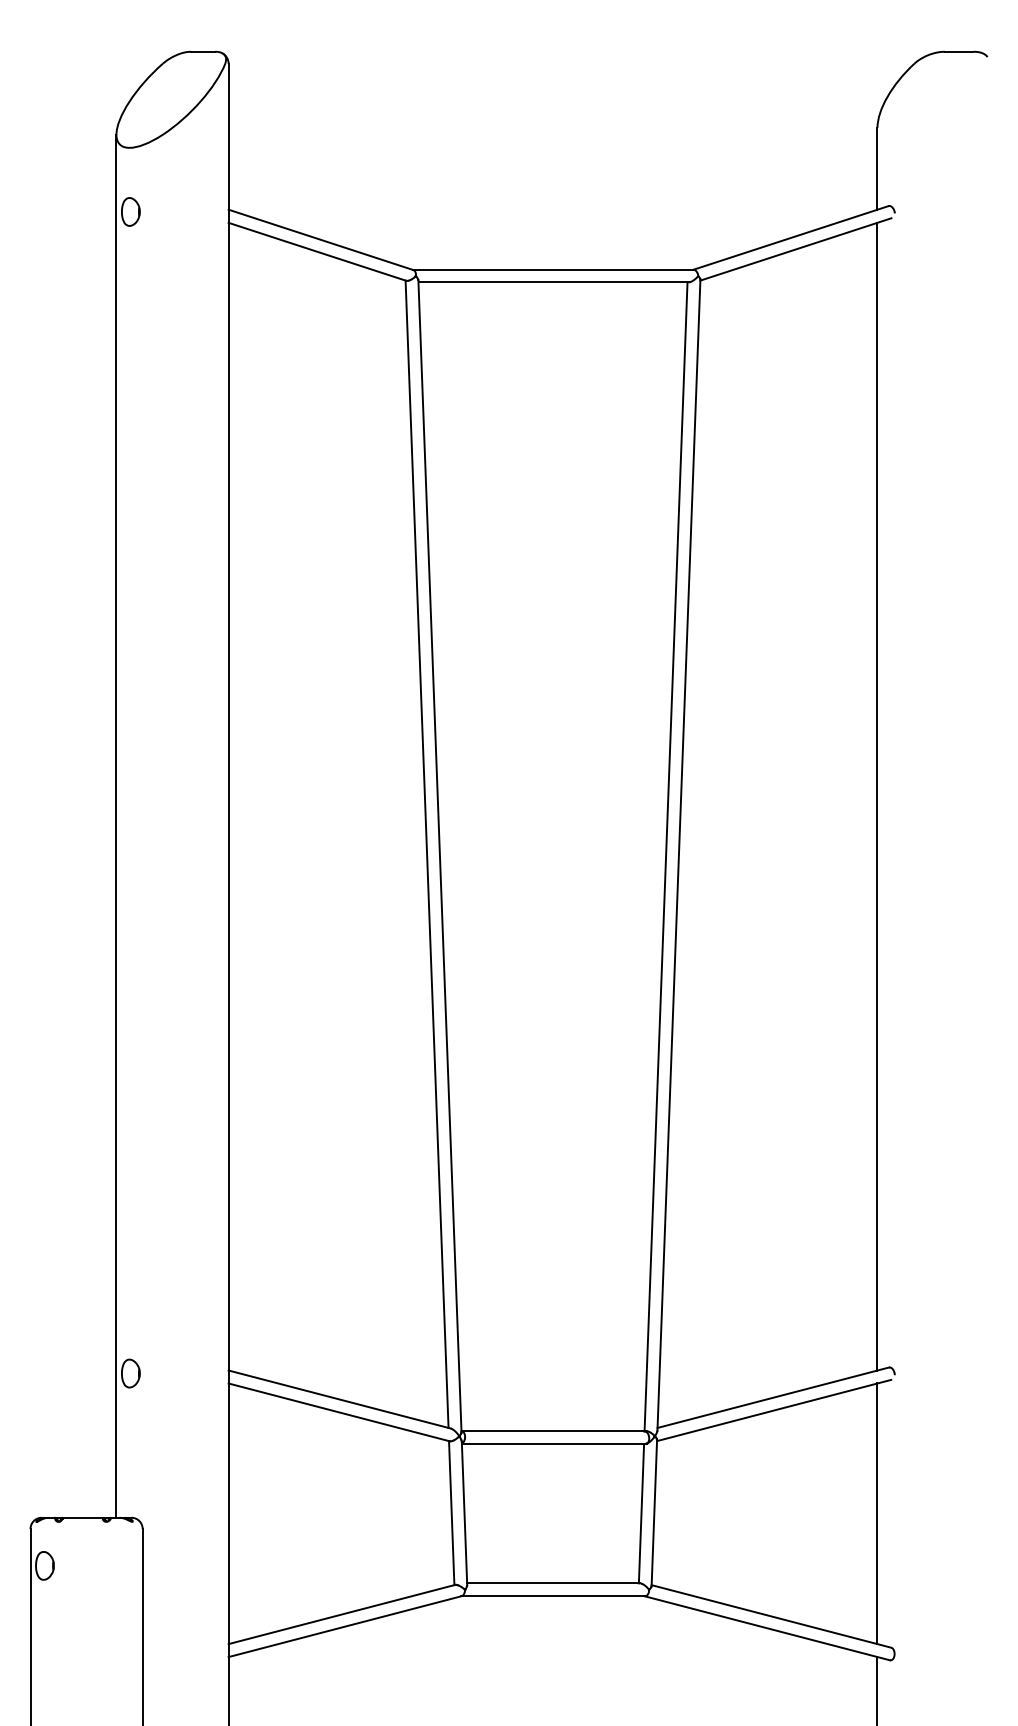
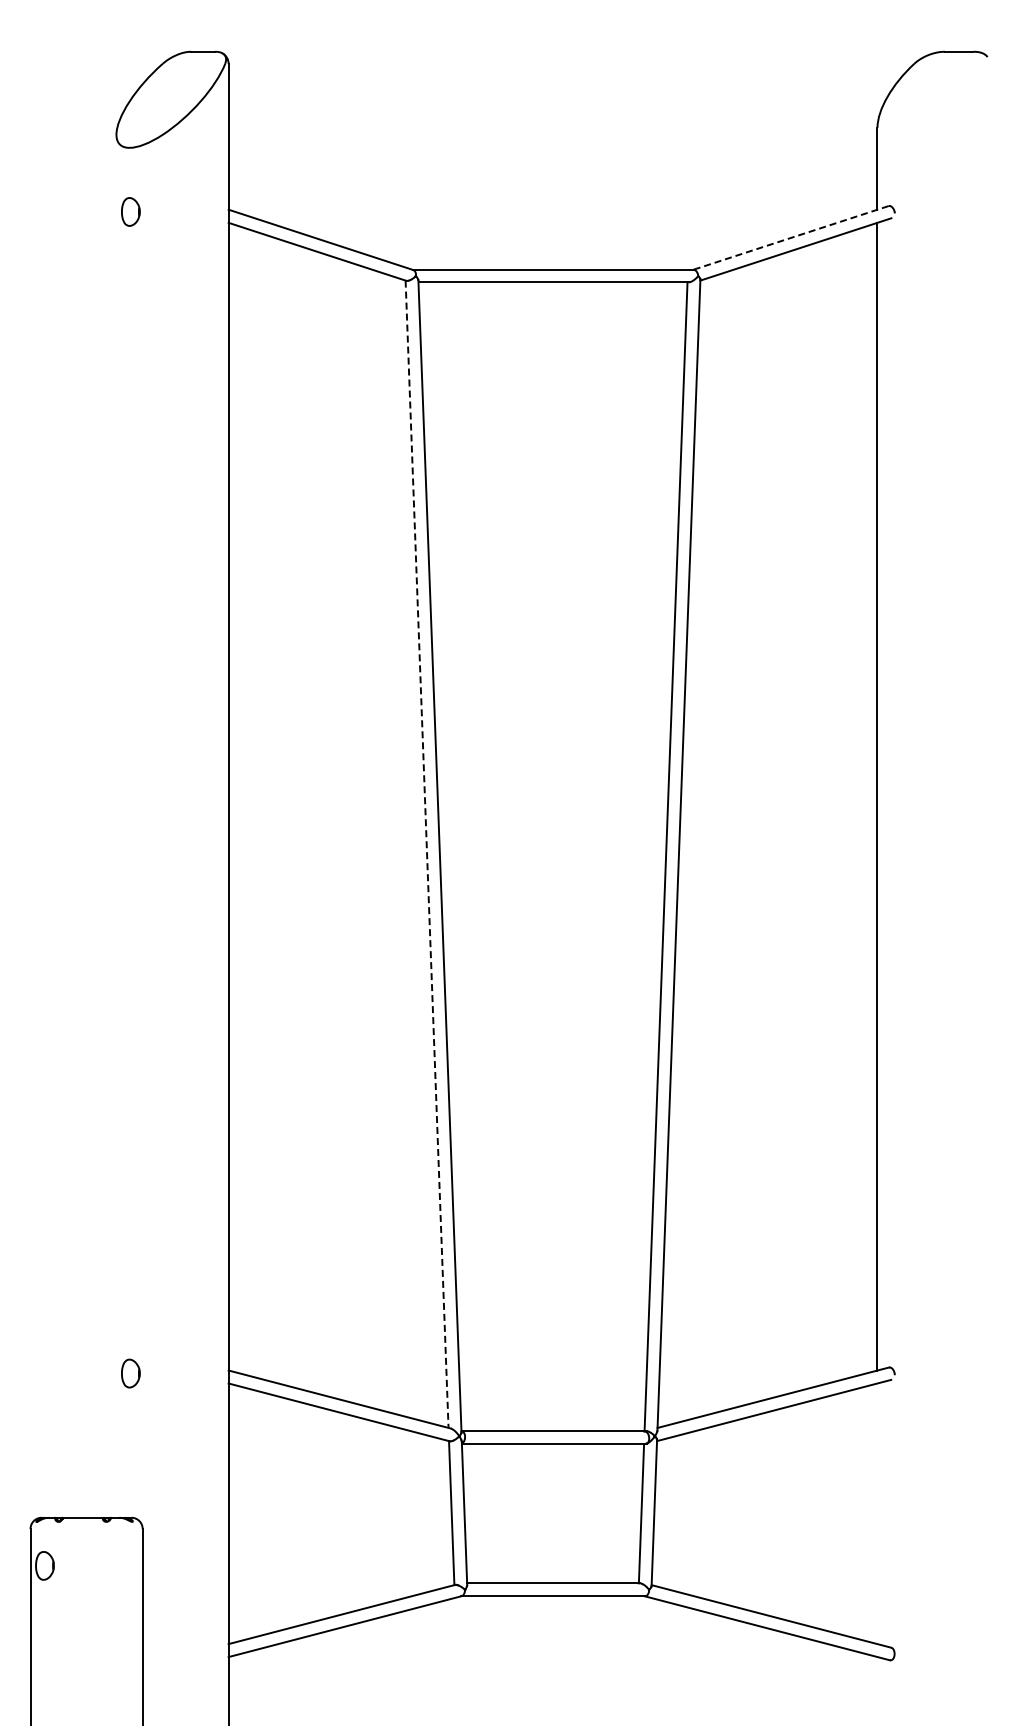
line at (790, 237): solid -> dashed
line at (116, 825): present -> none
line at (427, 854): solid -> dashed
line at (877, 1513): present -> none
line at (877, 1689): present -> none
